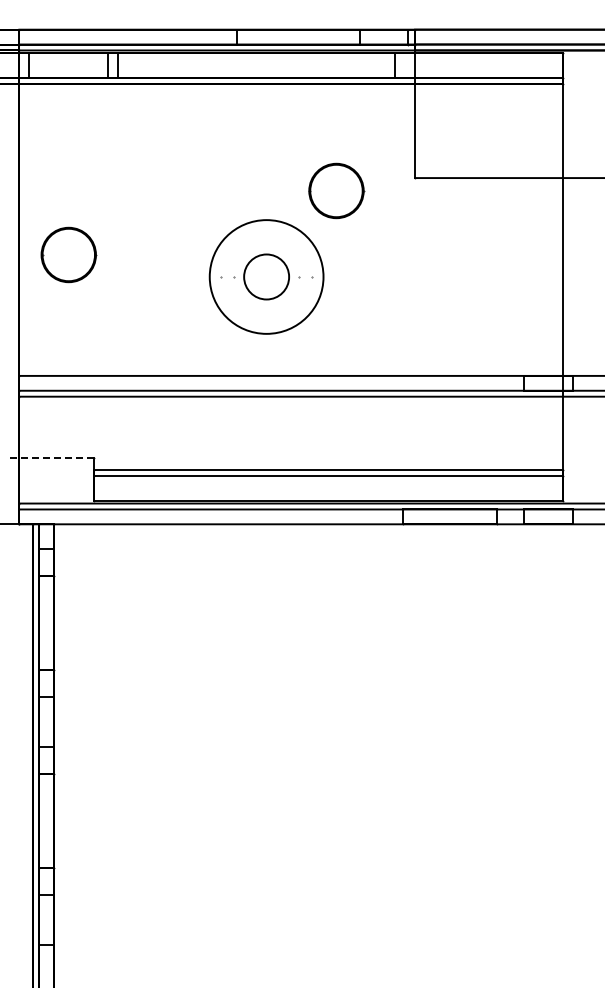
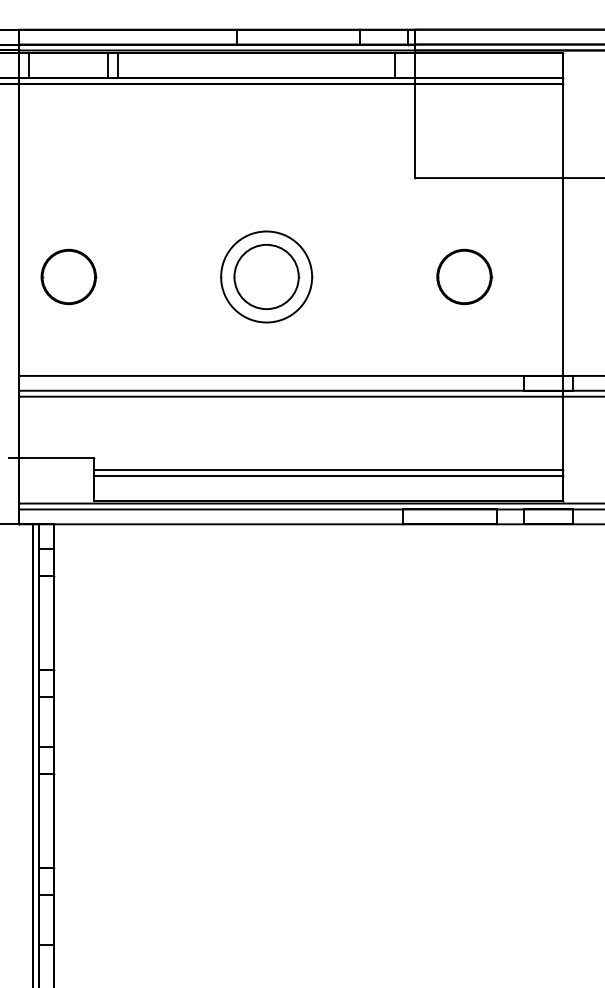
part at (336, 190) position: (336, 190) -> (464, 276)
part at (68, 254) position: (68, 254) -> (68, 276)
circle at (266, 276) diameter: 114 px -> 91 px
circle at (266, 276) diameter: 45 px -> 64 px
line at (50, 457): dashed -> solid
